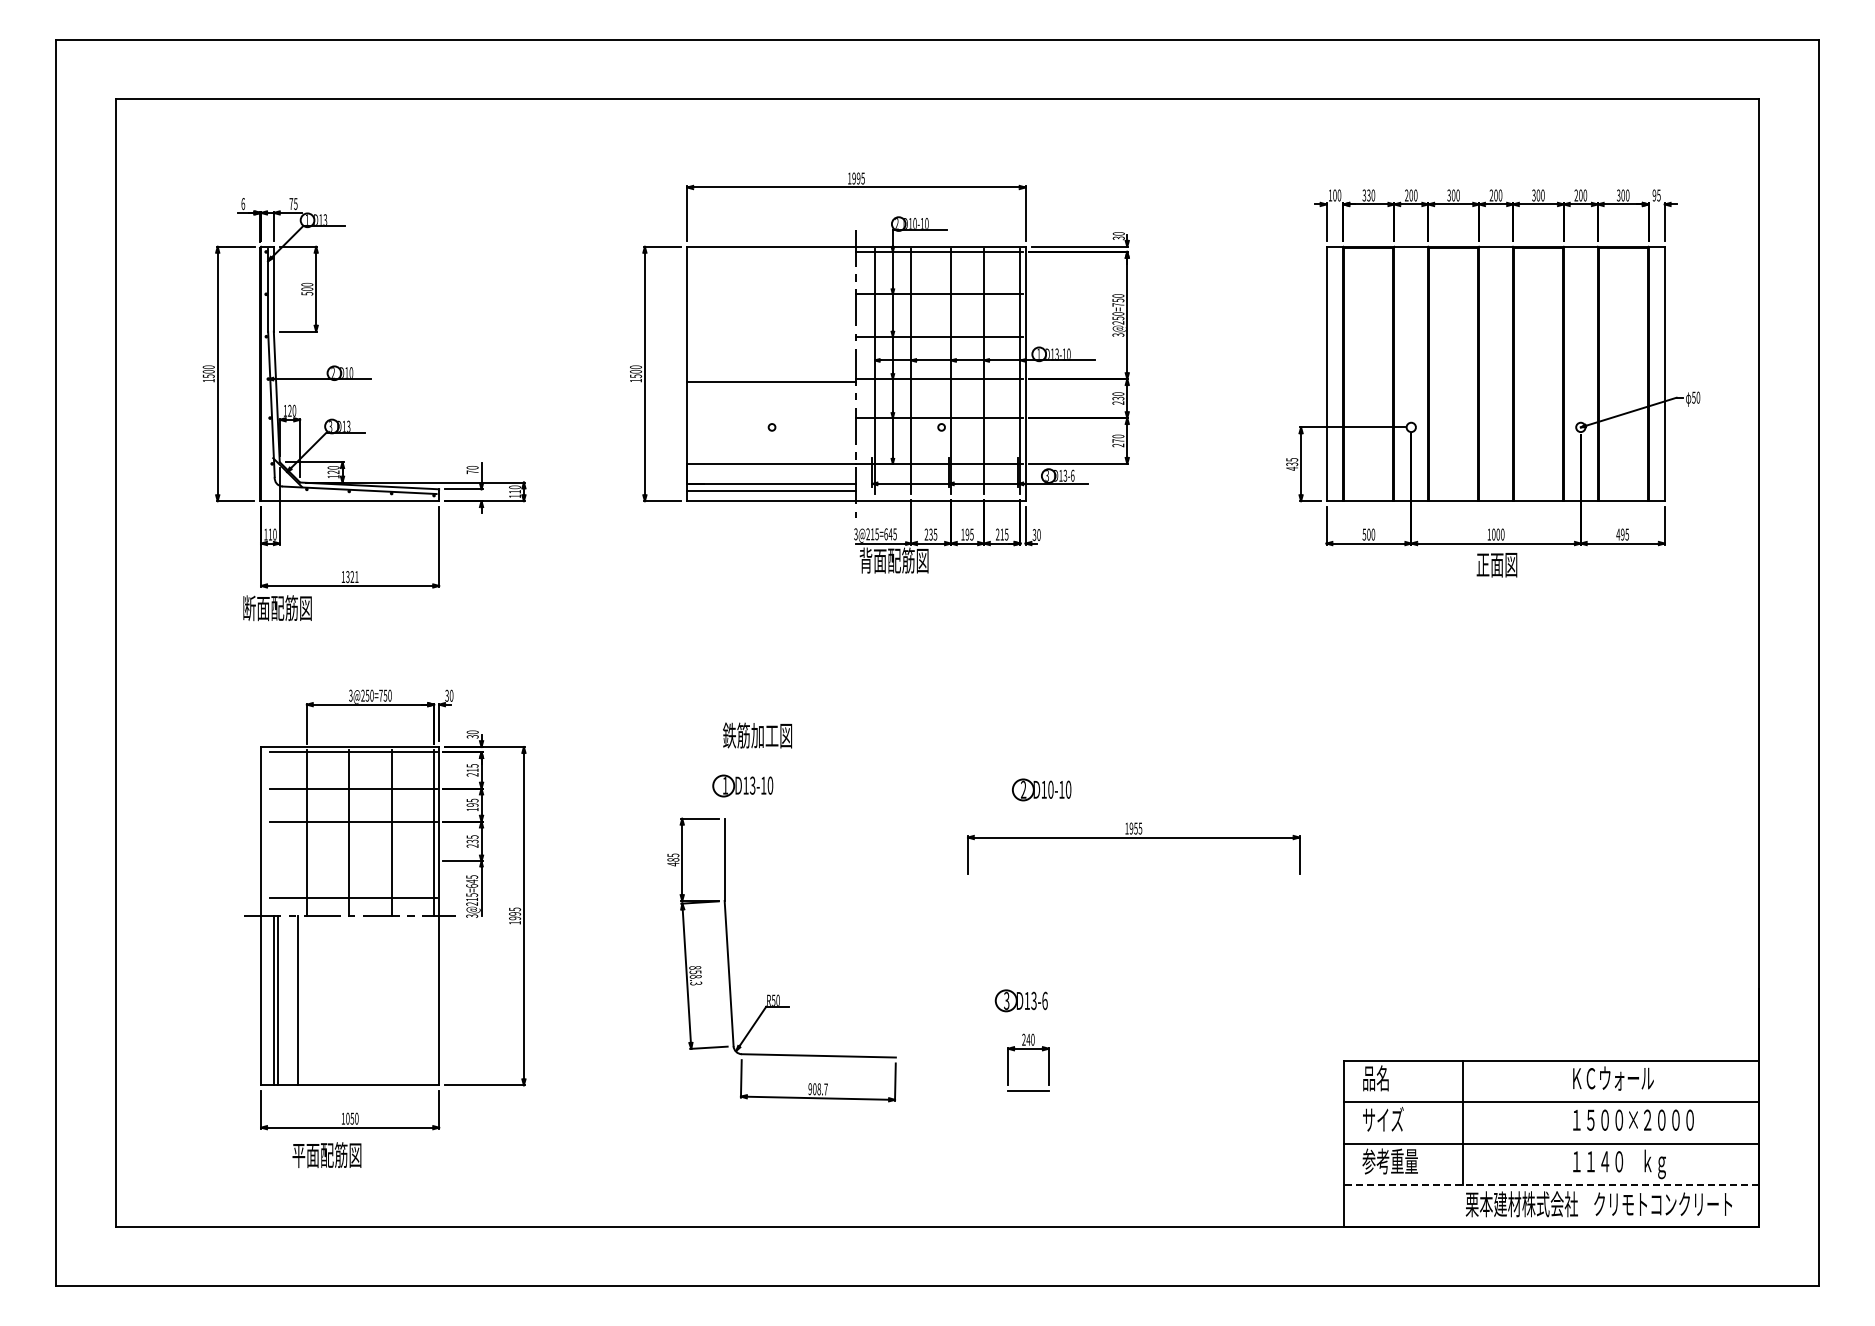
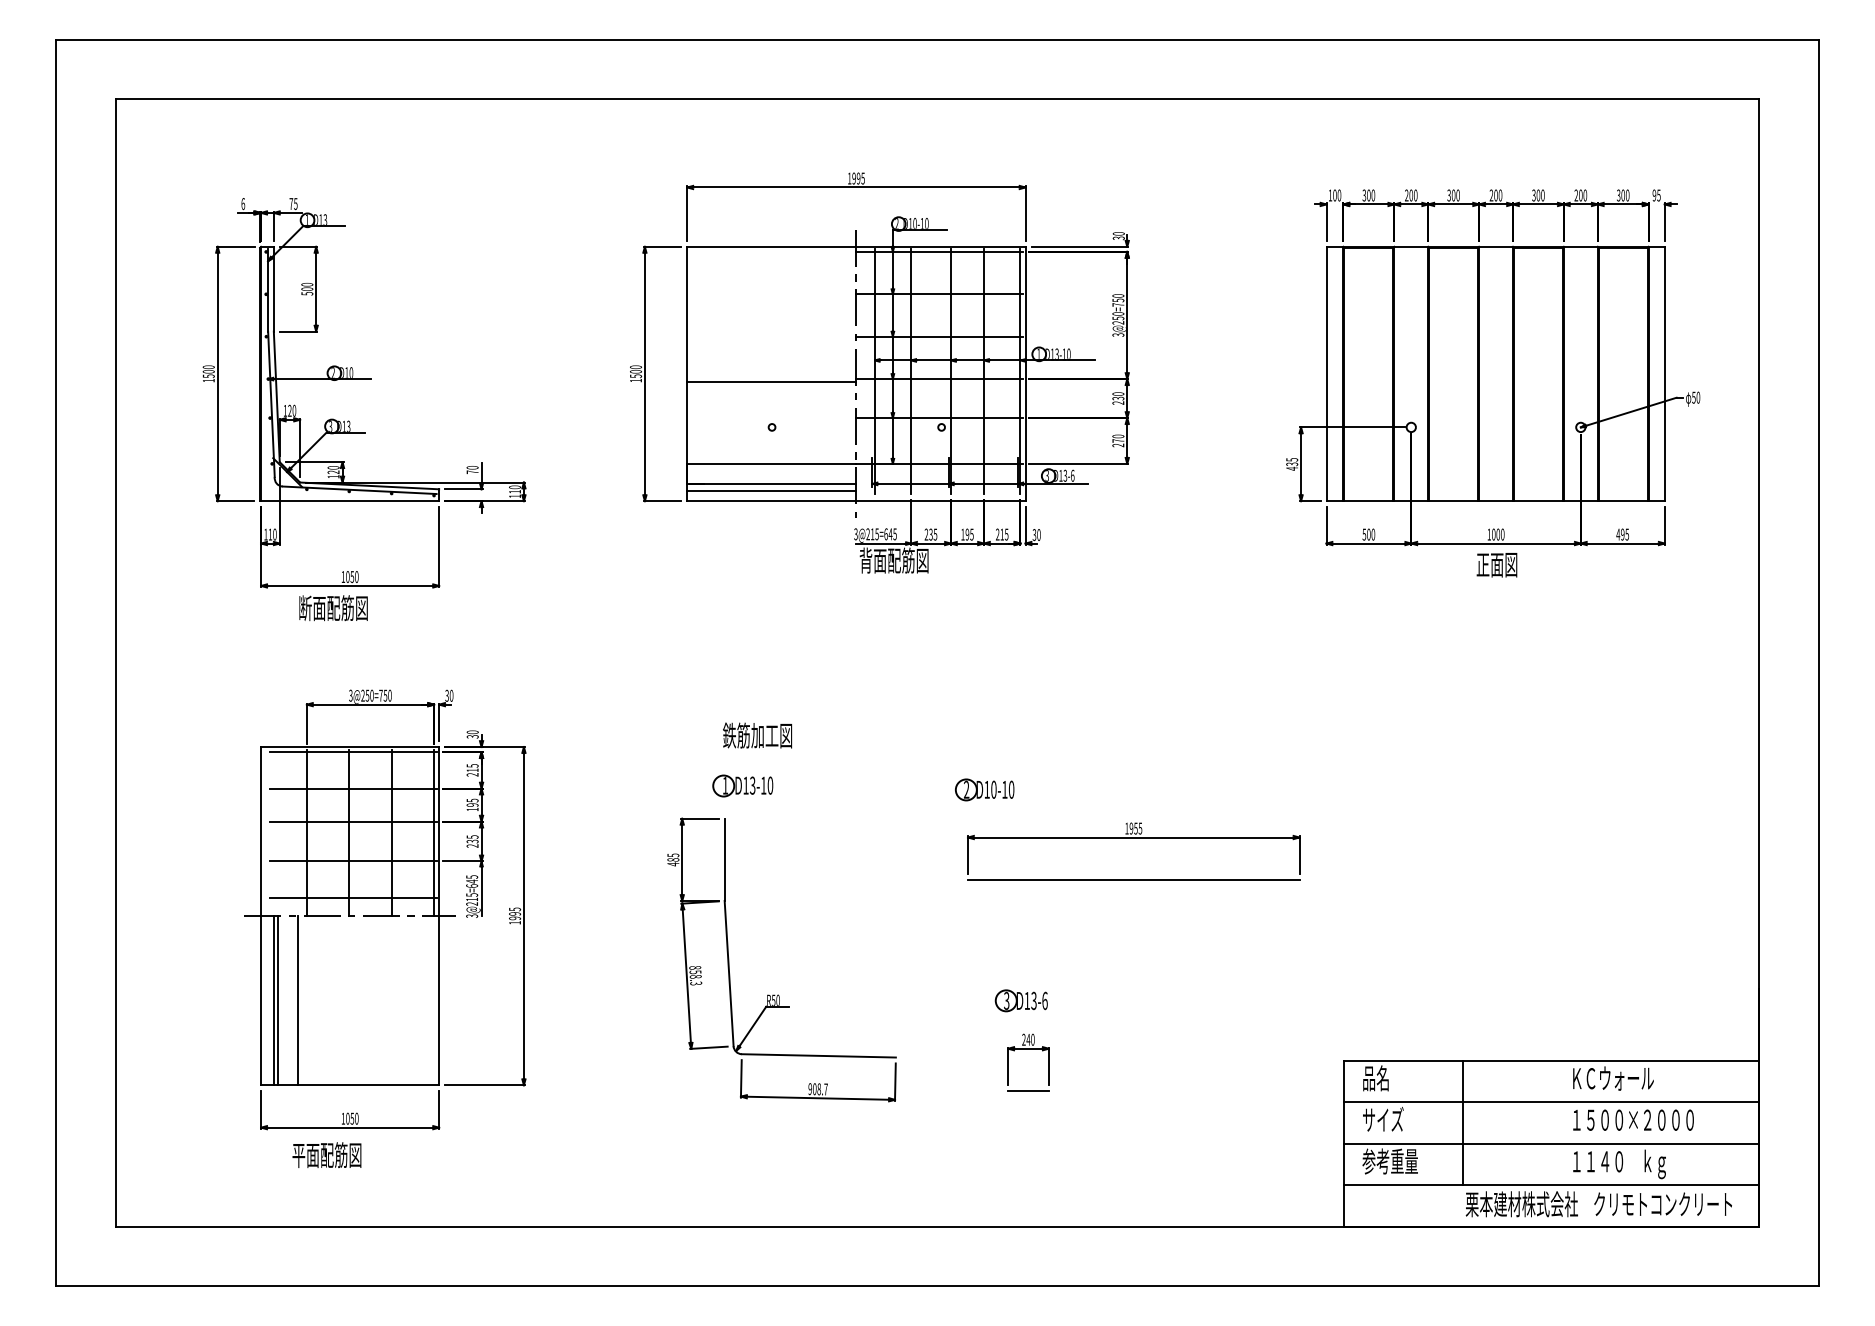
text at (1368, 195): 330 -> 300
text at (352, 577): 1321 -> 1050
text at (277, 608) position: (277, 608) -> (333, 608)
part at (1041, 789) position: (1041, 789) -> (984, 789)
line at (353, 861): none -> present
line at (1133, 879): none -> present
line at (1551, 1185): dashed -> solid
